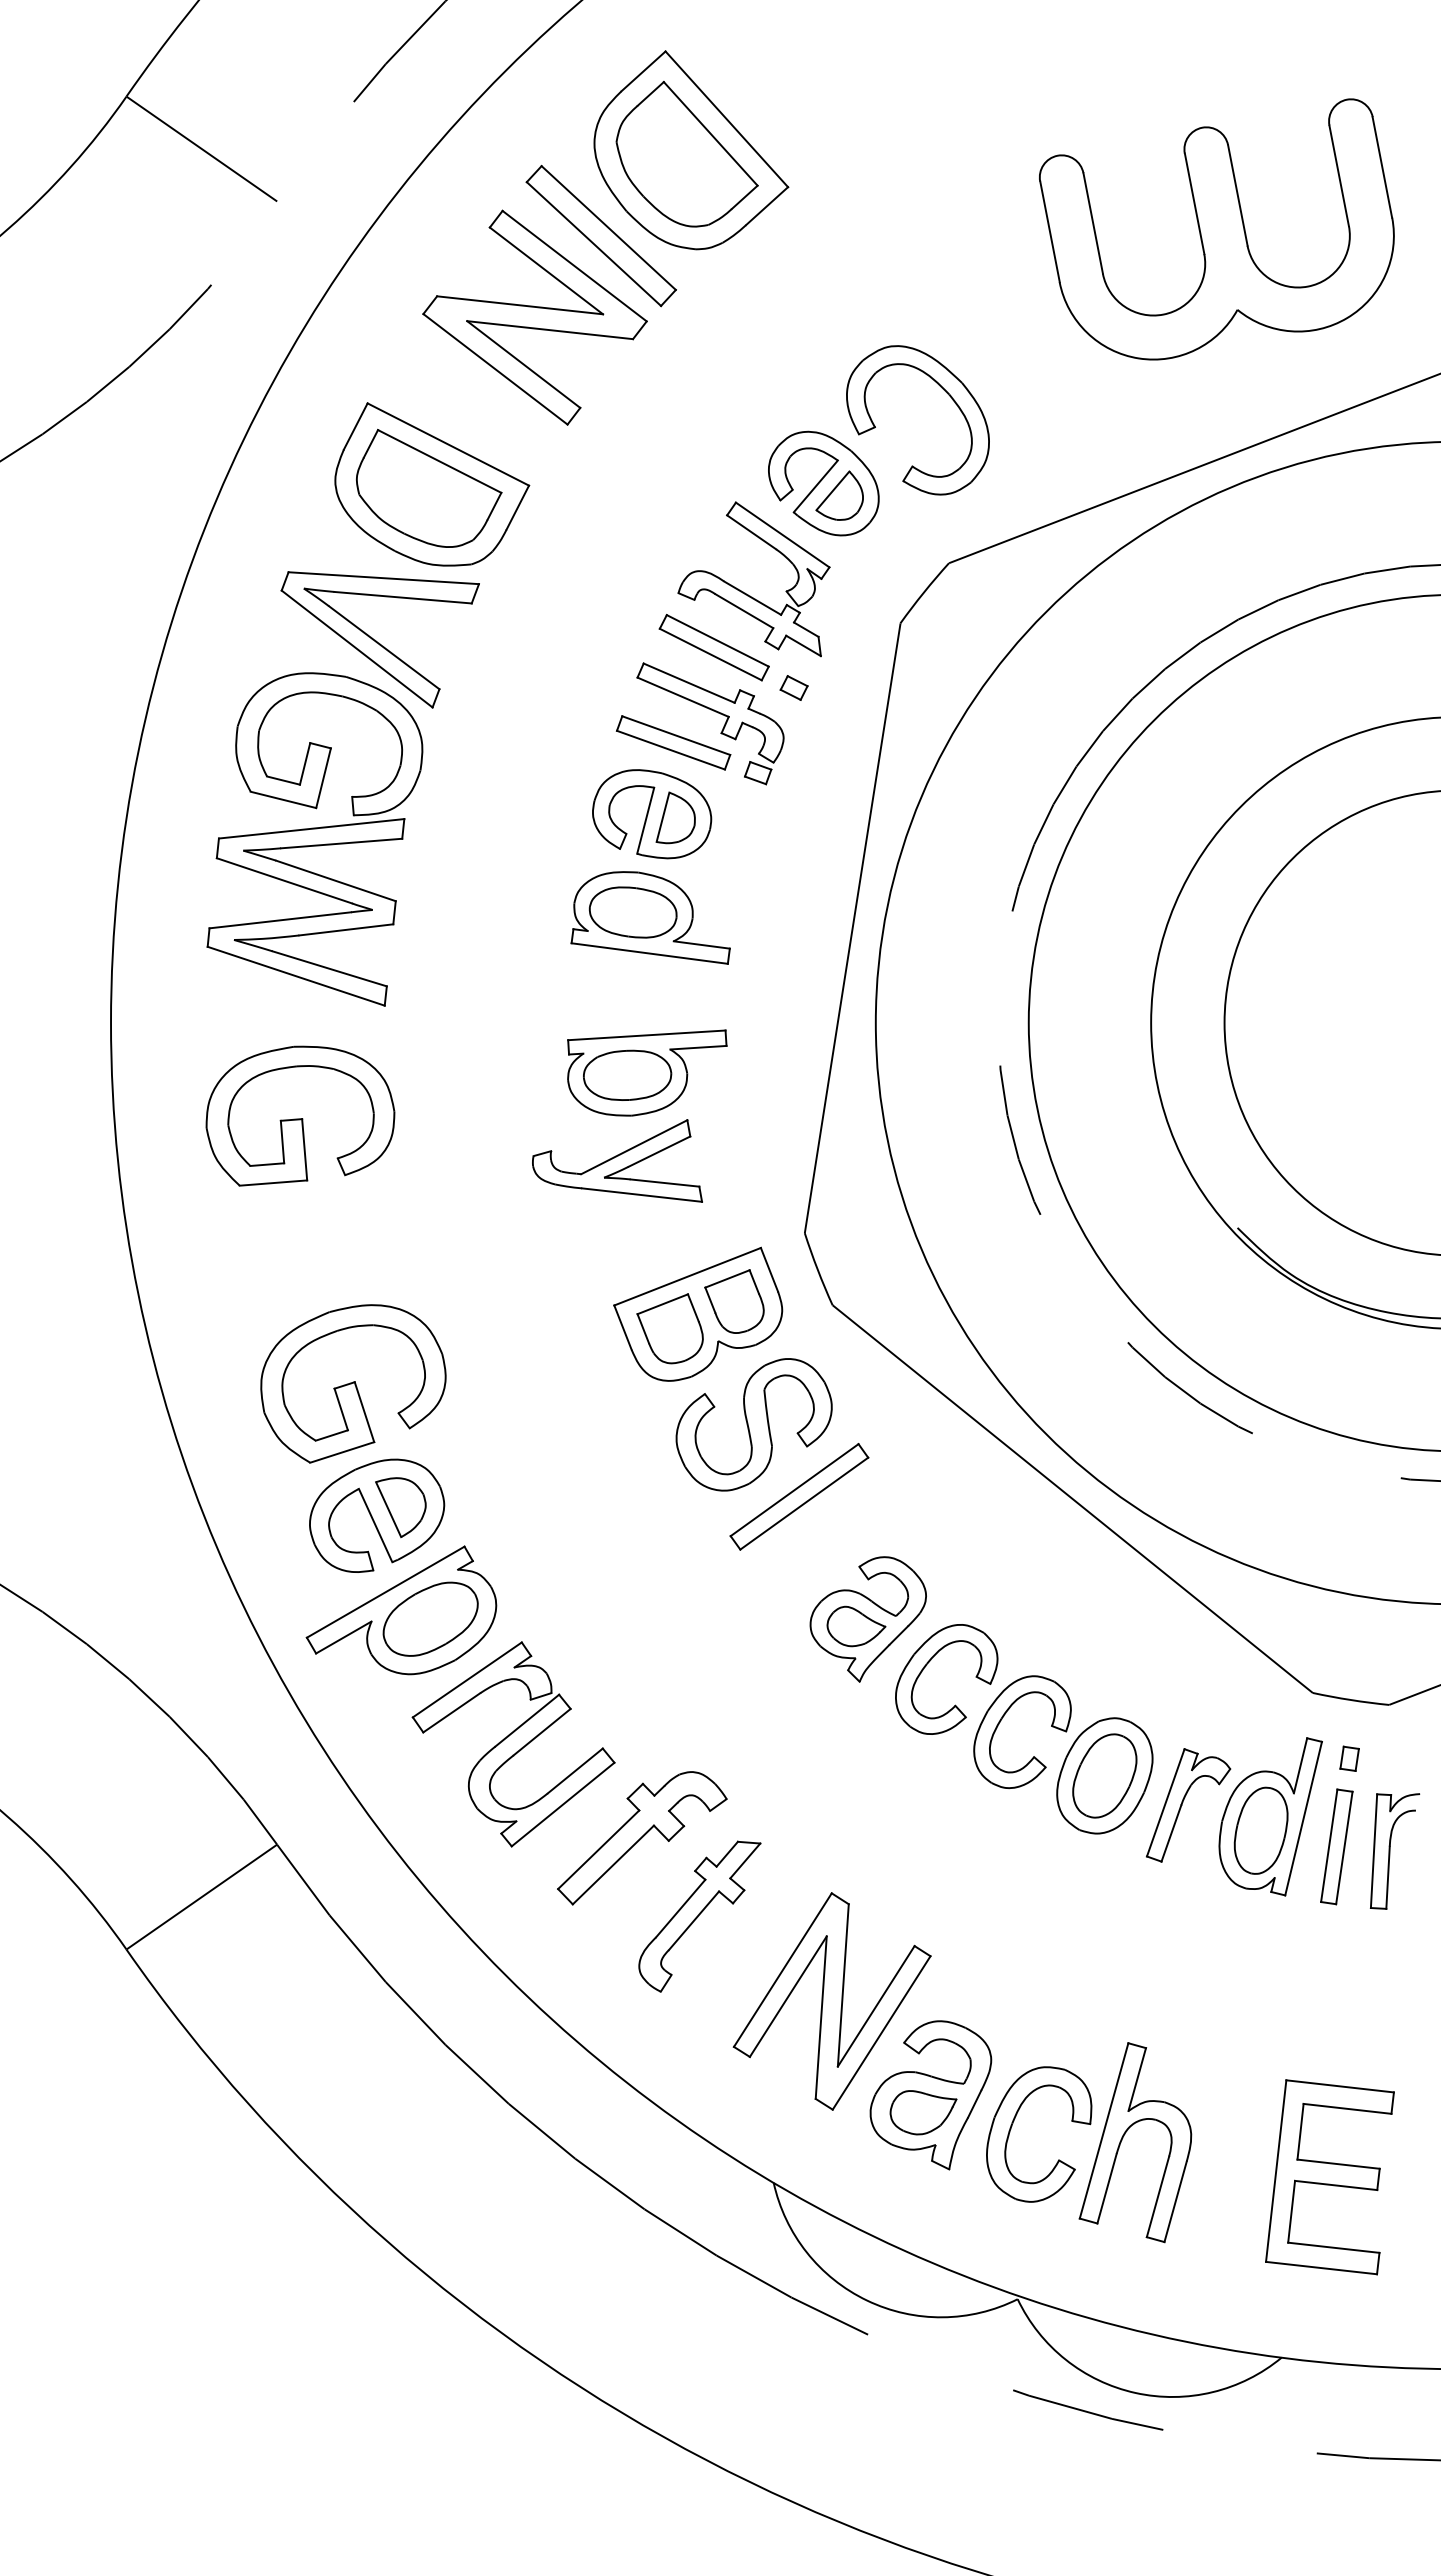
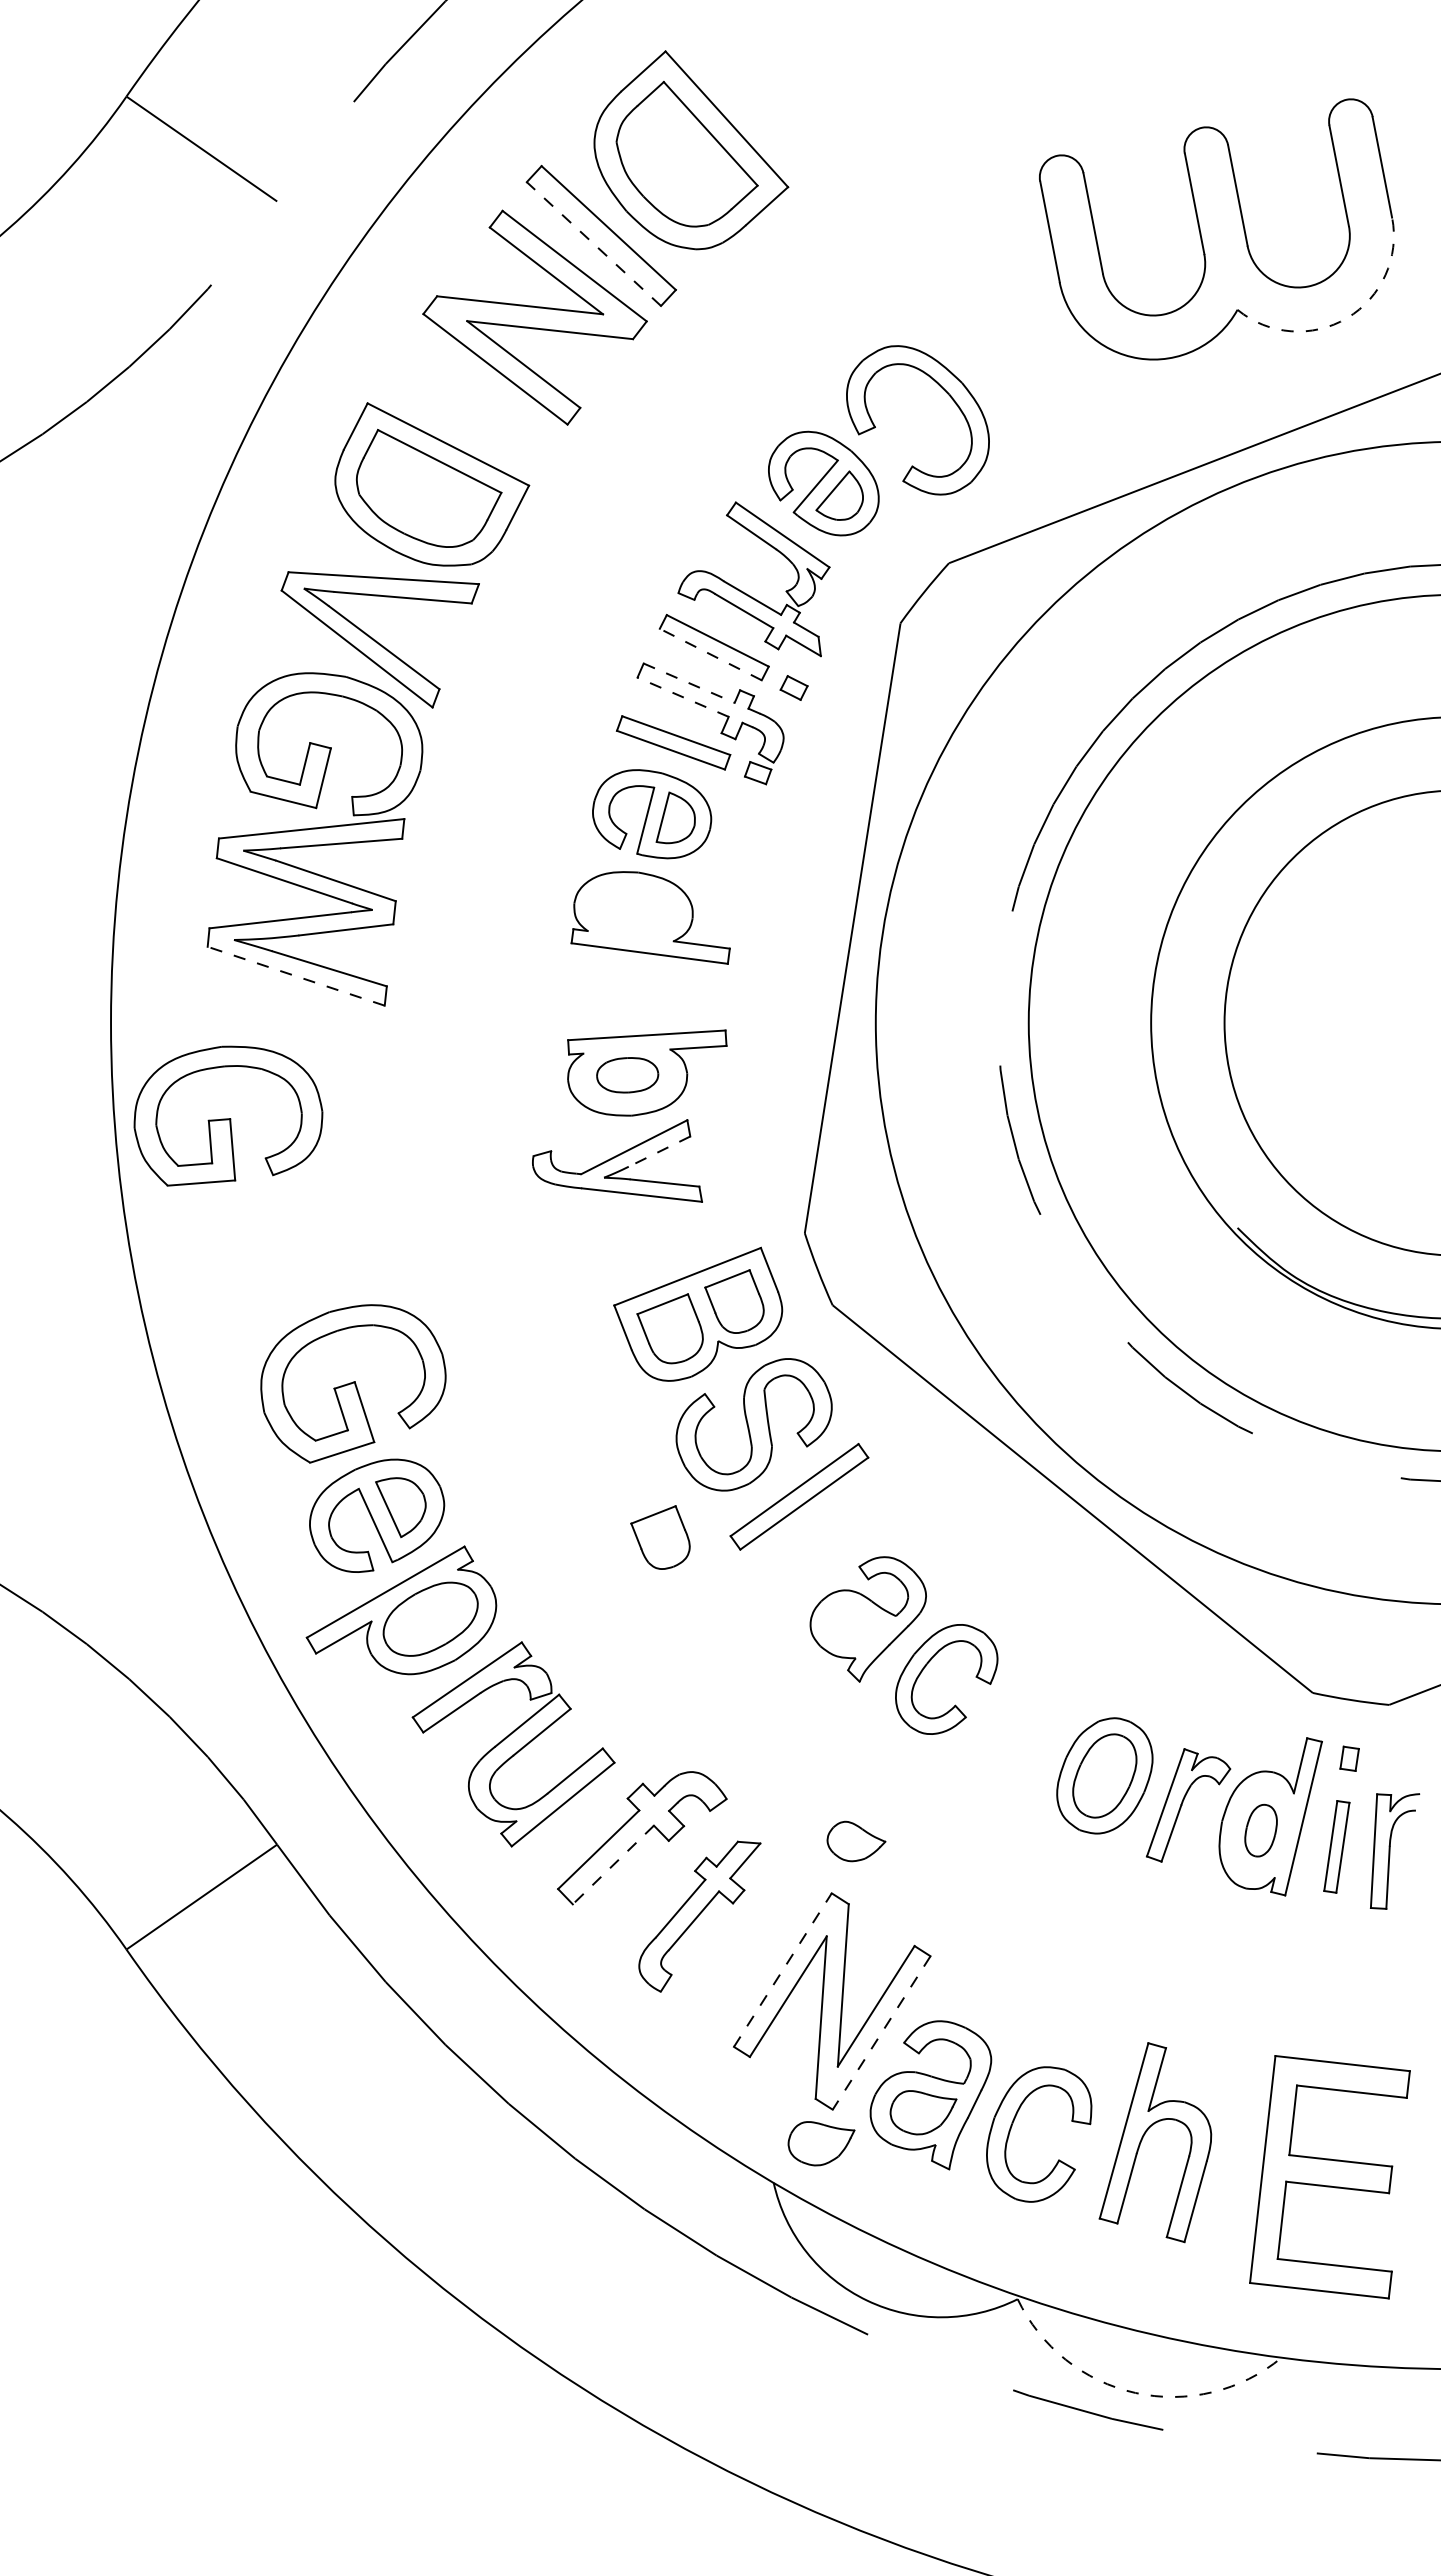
line at (593, 243): solid -> dashed
arc at (1347, 318): solid -> dashed
line at (710, 654): solid -> dashed
line at (689, 683): solid -> dashed
line at (683, 697): solid -> dashed
part at (632, 912): present -> none
line at (295, 976): solid -> dashed
part at (627, 1074) size: 90x52 px -> 64x37 px
part at (300, 1115) position: (300, 1115) -> (228, 1115)
line at (659, 1151): solid -> dashed
part at (660, 1537): none -> present
part at (856, 1626) position: (856, 1626) -> (856, 1841)
part at (1002, 1719): present -> none
part at (1260, 1830) size: 56x89 px -> 34x55 px
part at (1336, 1846) size: 34x118 px -> 28x94 px
line at (613, 1865): solid -> dashed
line at (783, 1969): solid -> dashed
line at (881, 2032): solid -> dashed
part at (1124, 2136) position: (1124, 2136) -> (1144, 2136)
part at (821, 2143): none -> present
part at (1329, 2177) size: 130x197 px -> 162x245 px
arc at (1135, 2392): solid -> dashed
